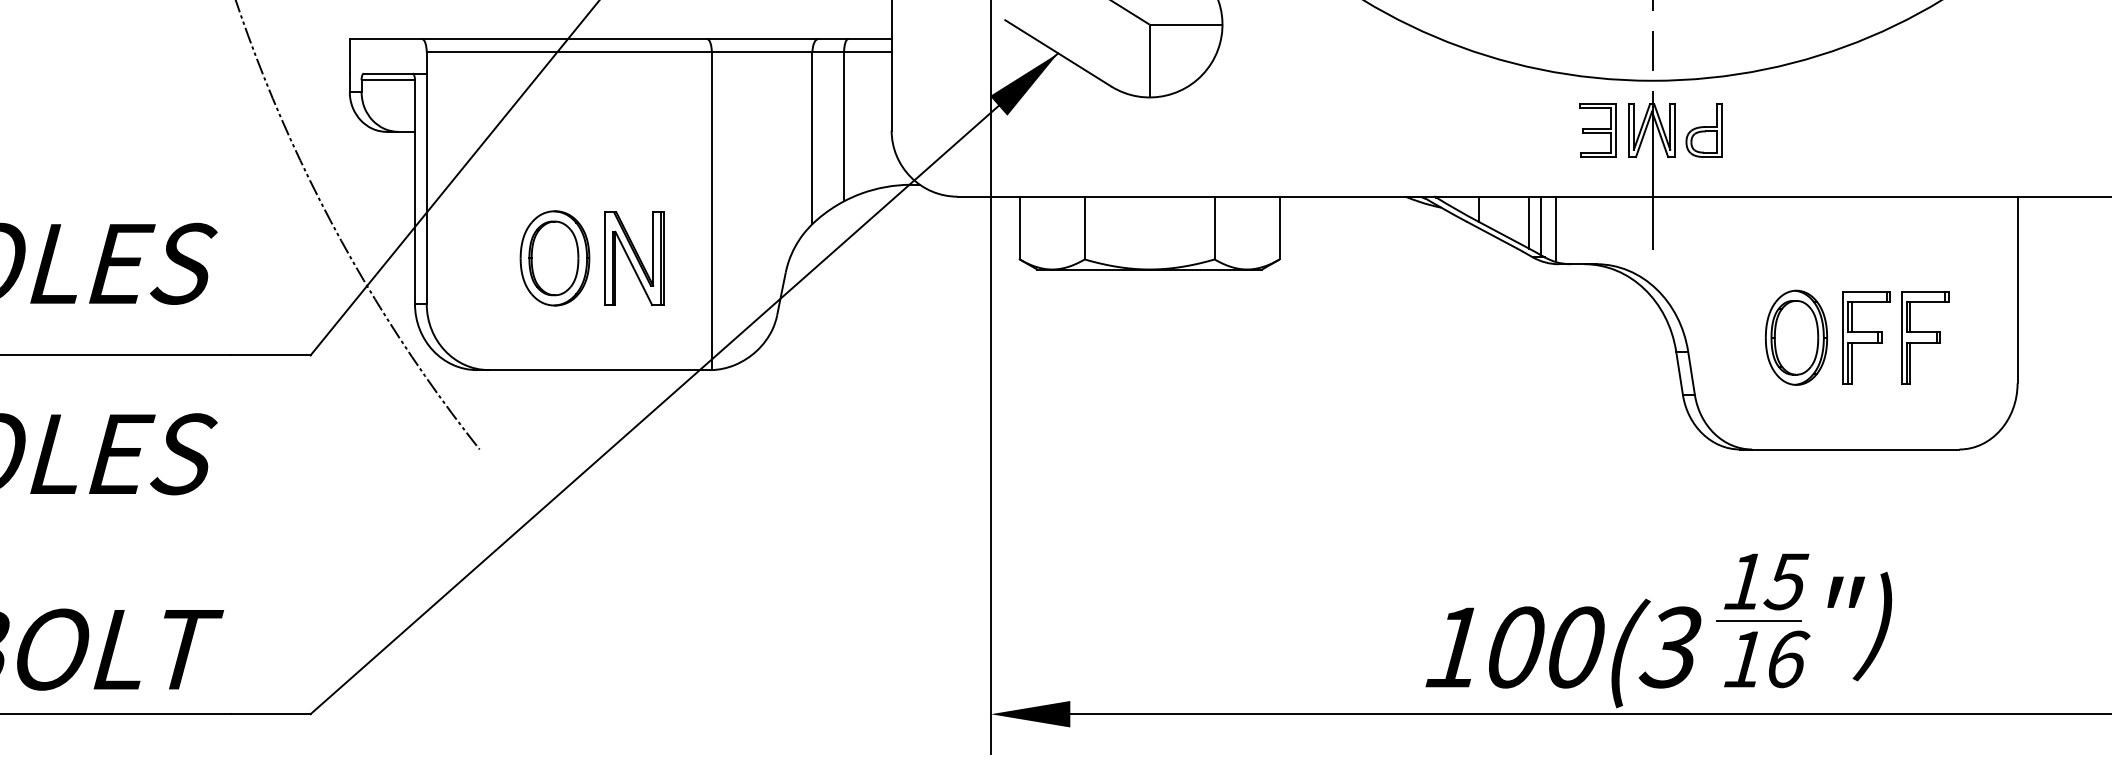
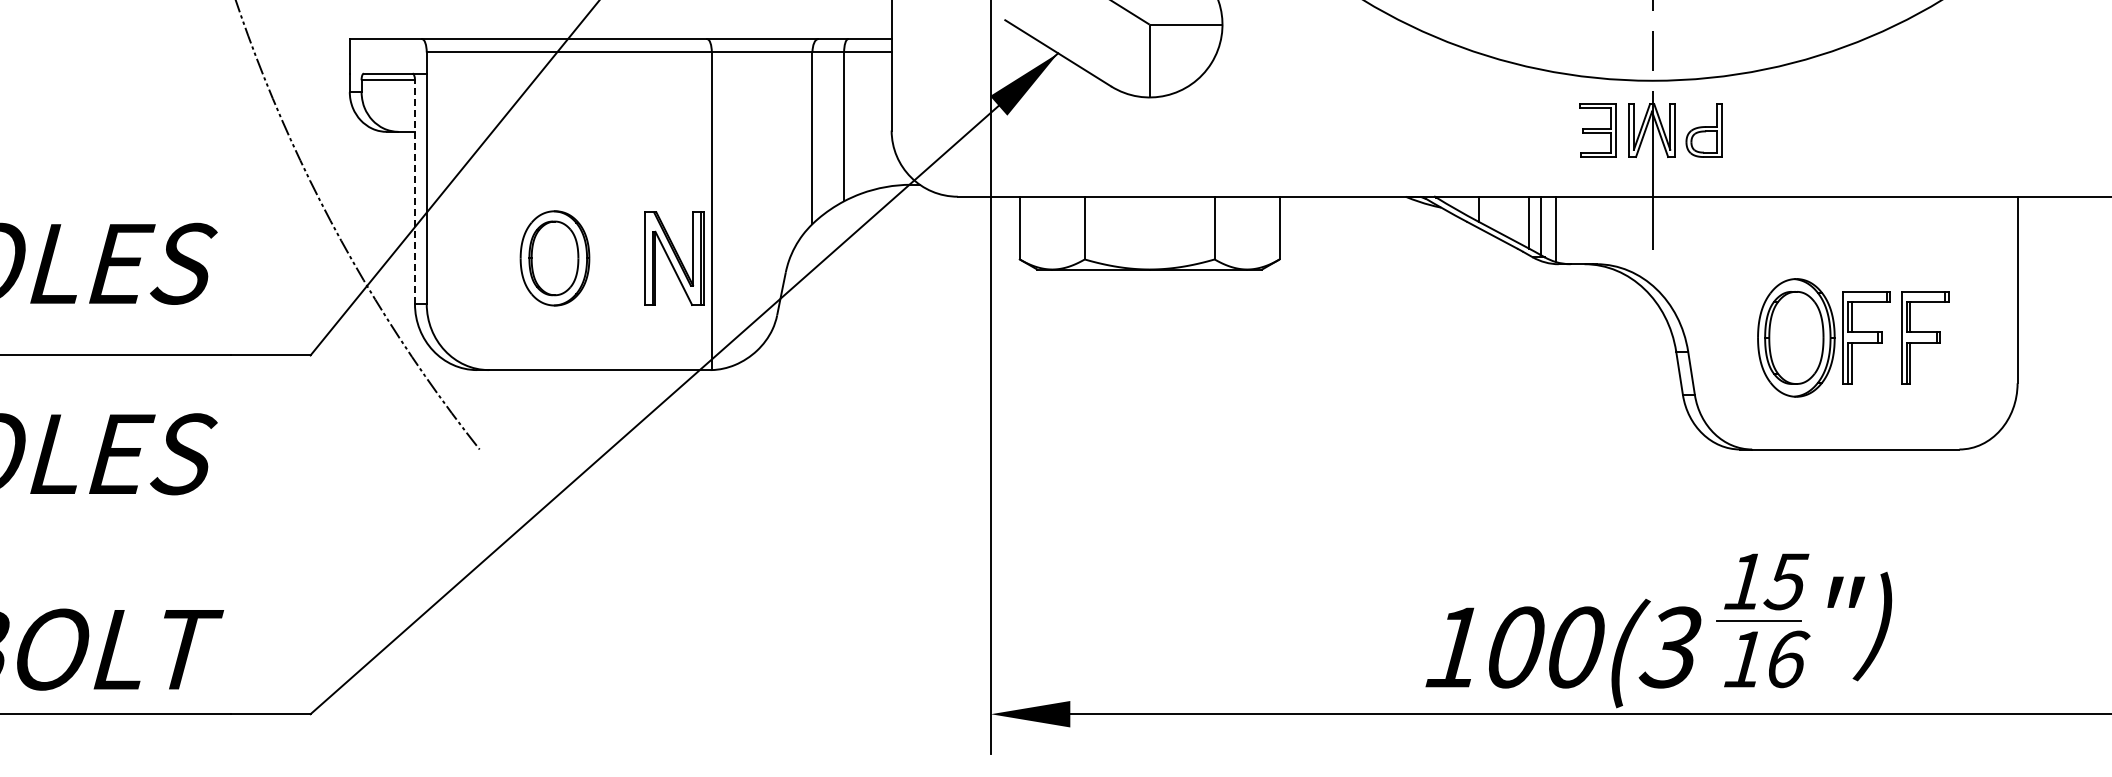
line at (414, 192): solid -> dashed
part at (634, 258) position: (634, 258) -> (674, 258)
part at (1796, 337) size: 64x97 px -> 79x120 px
